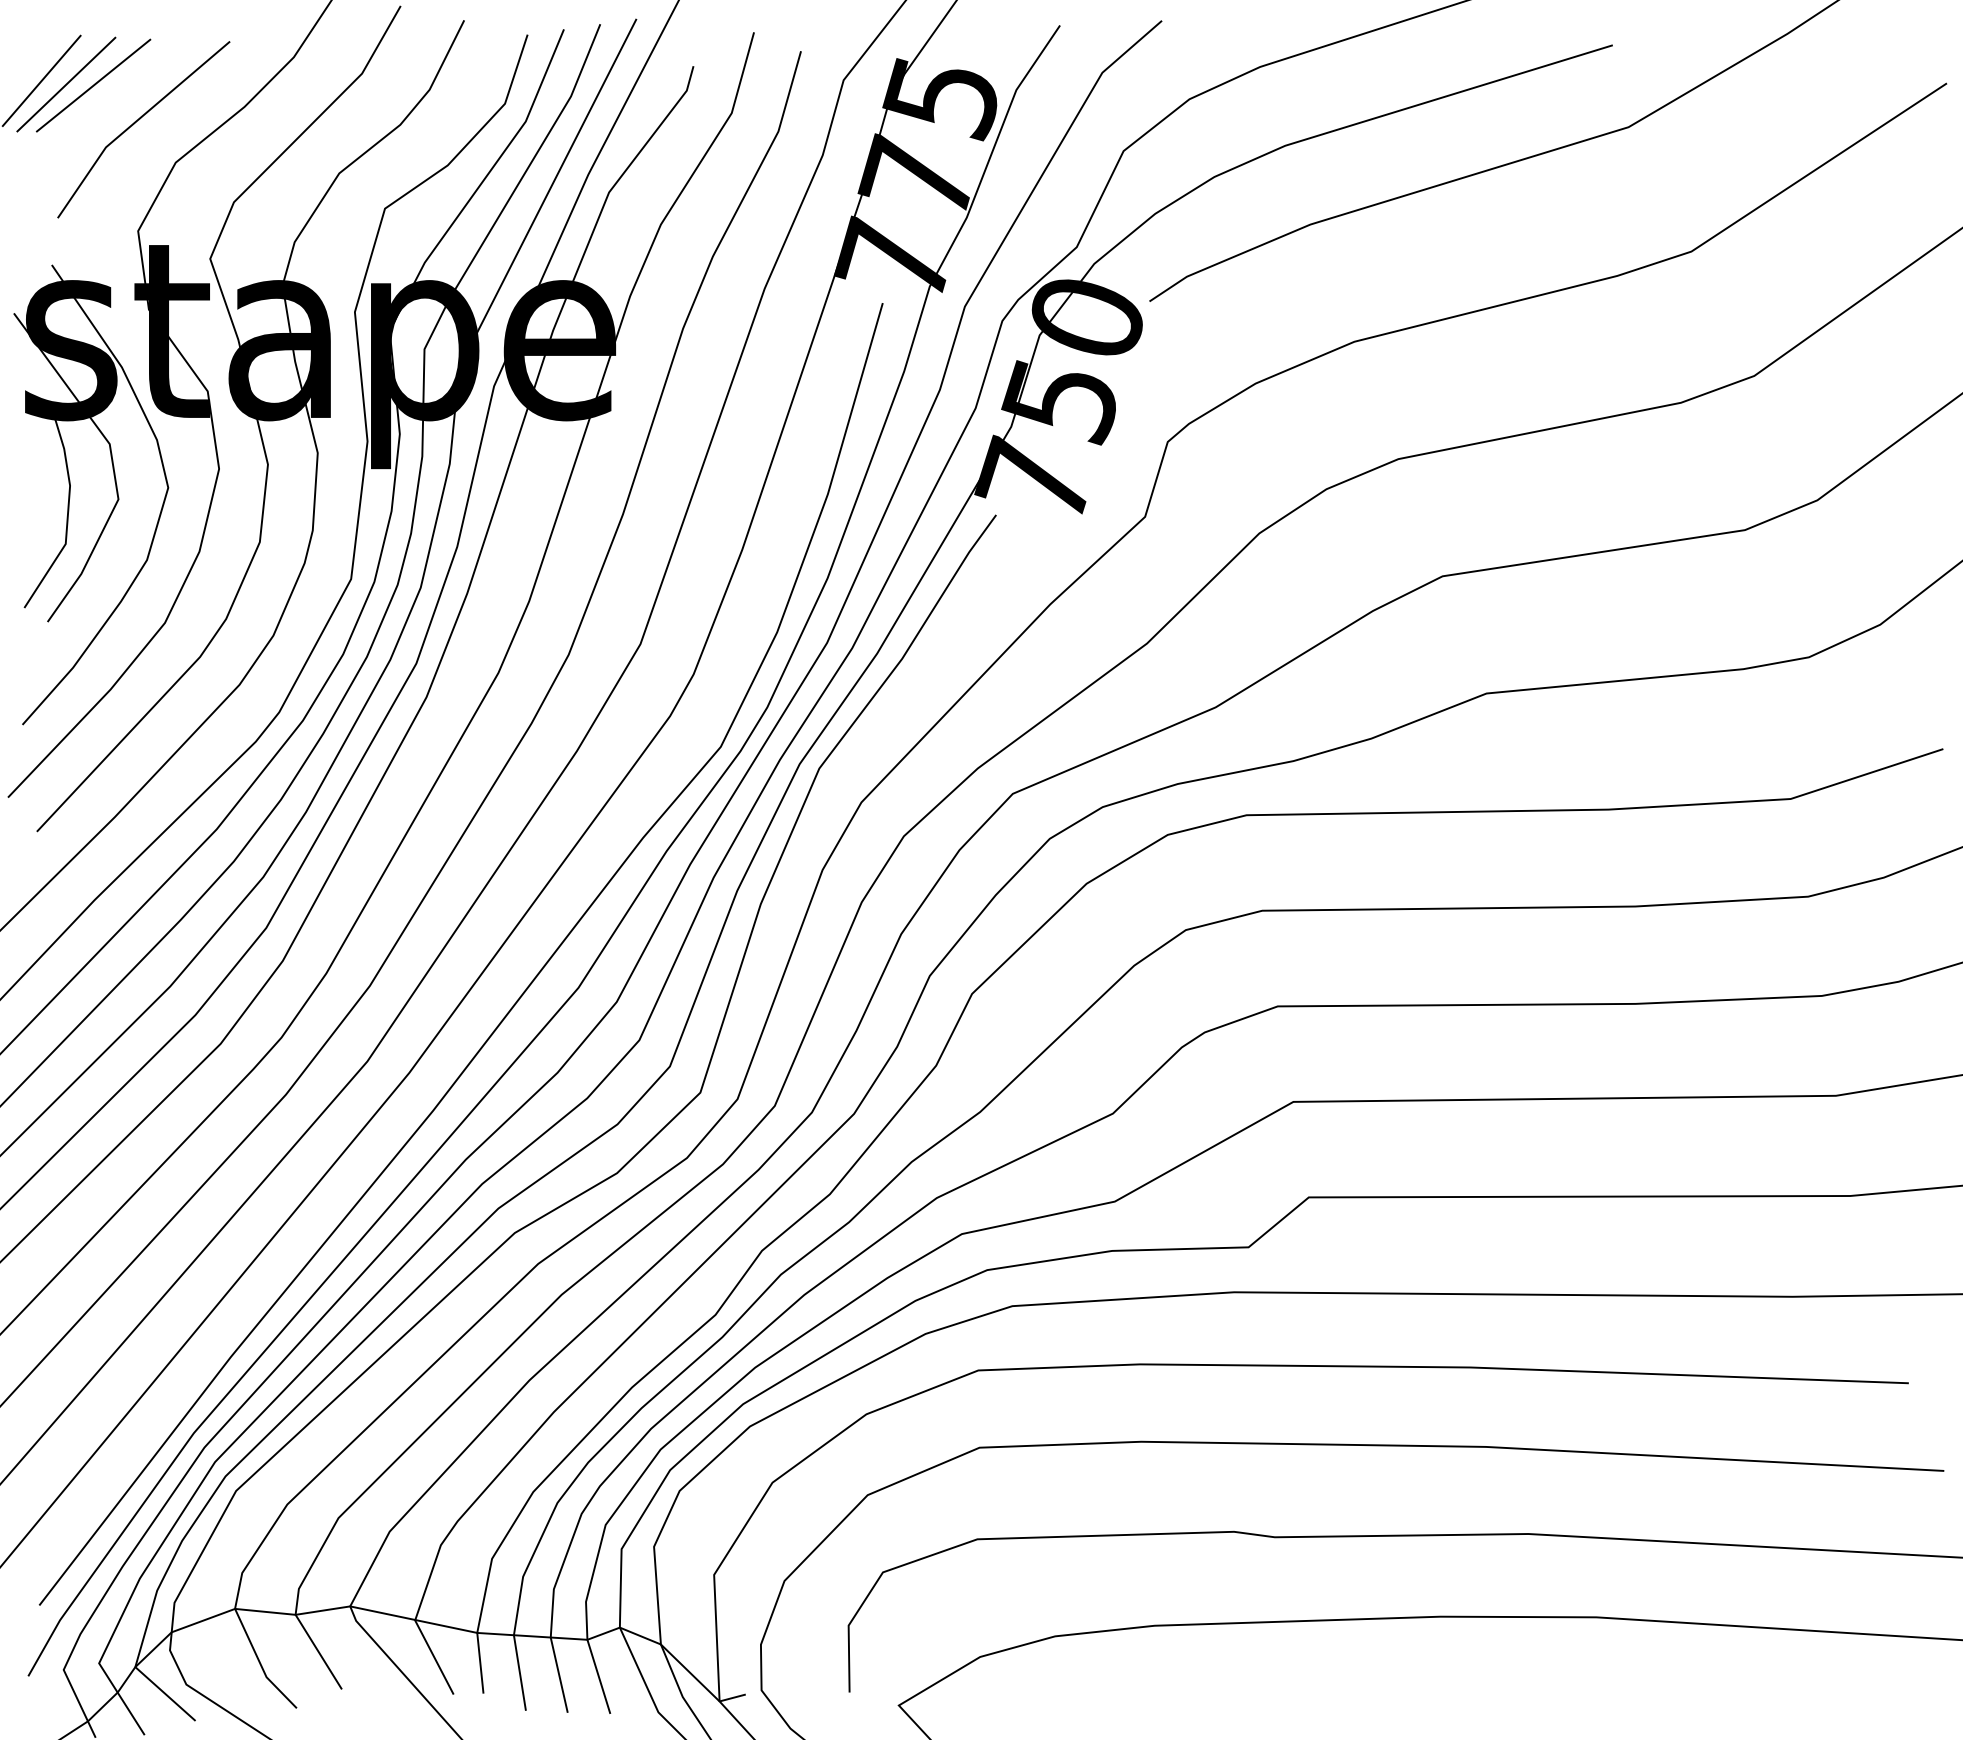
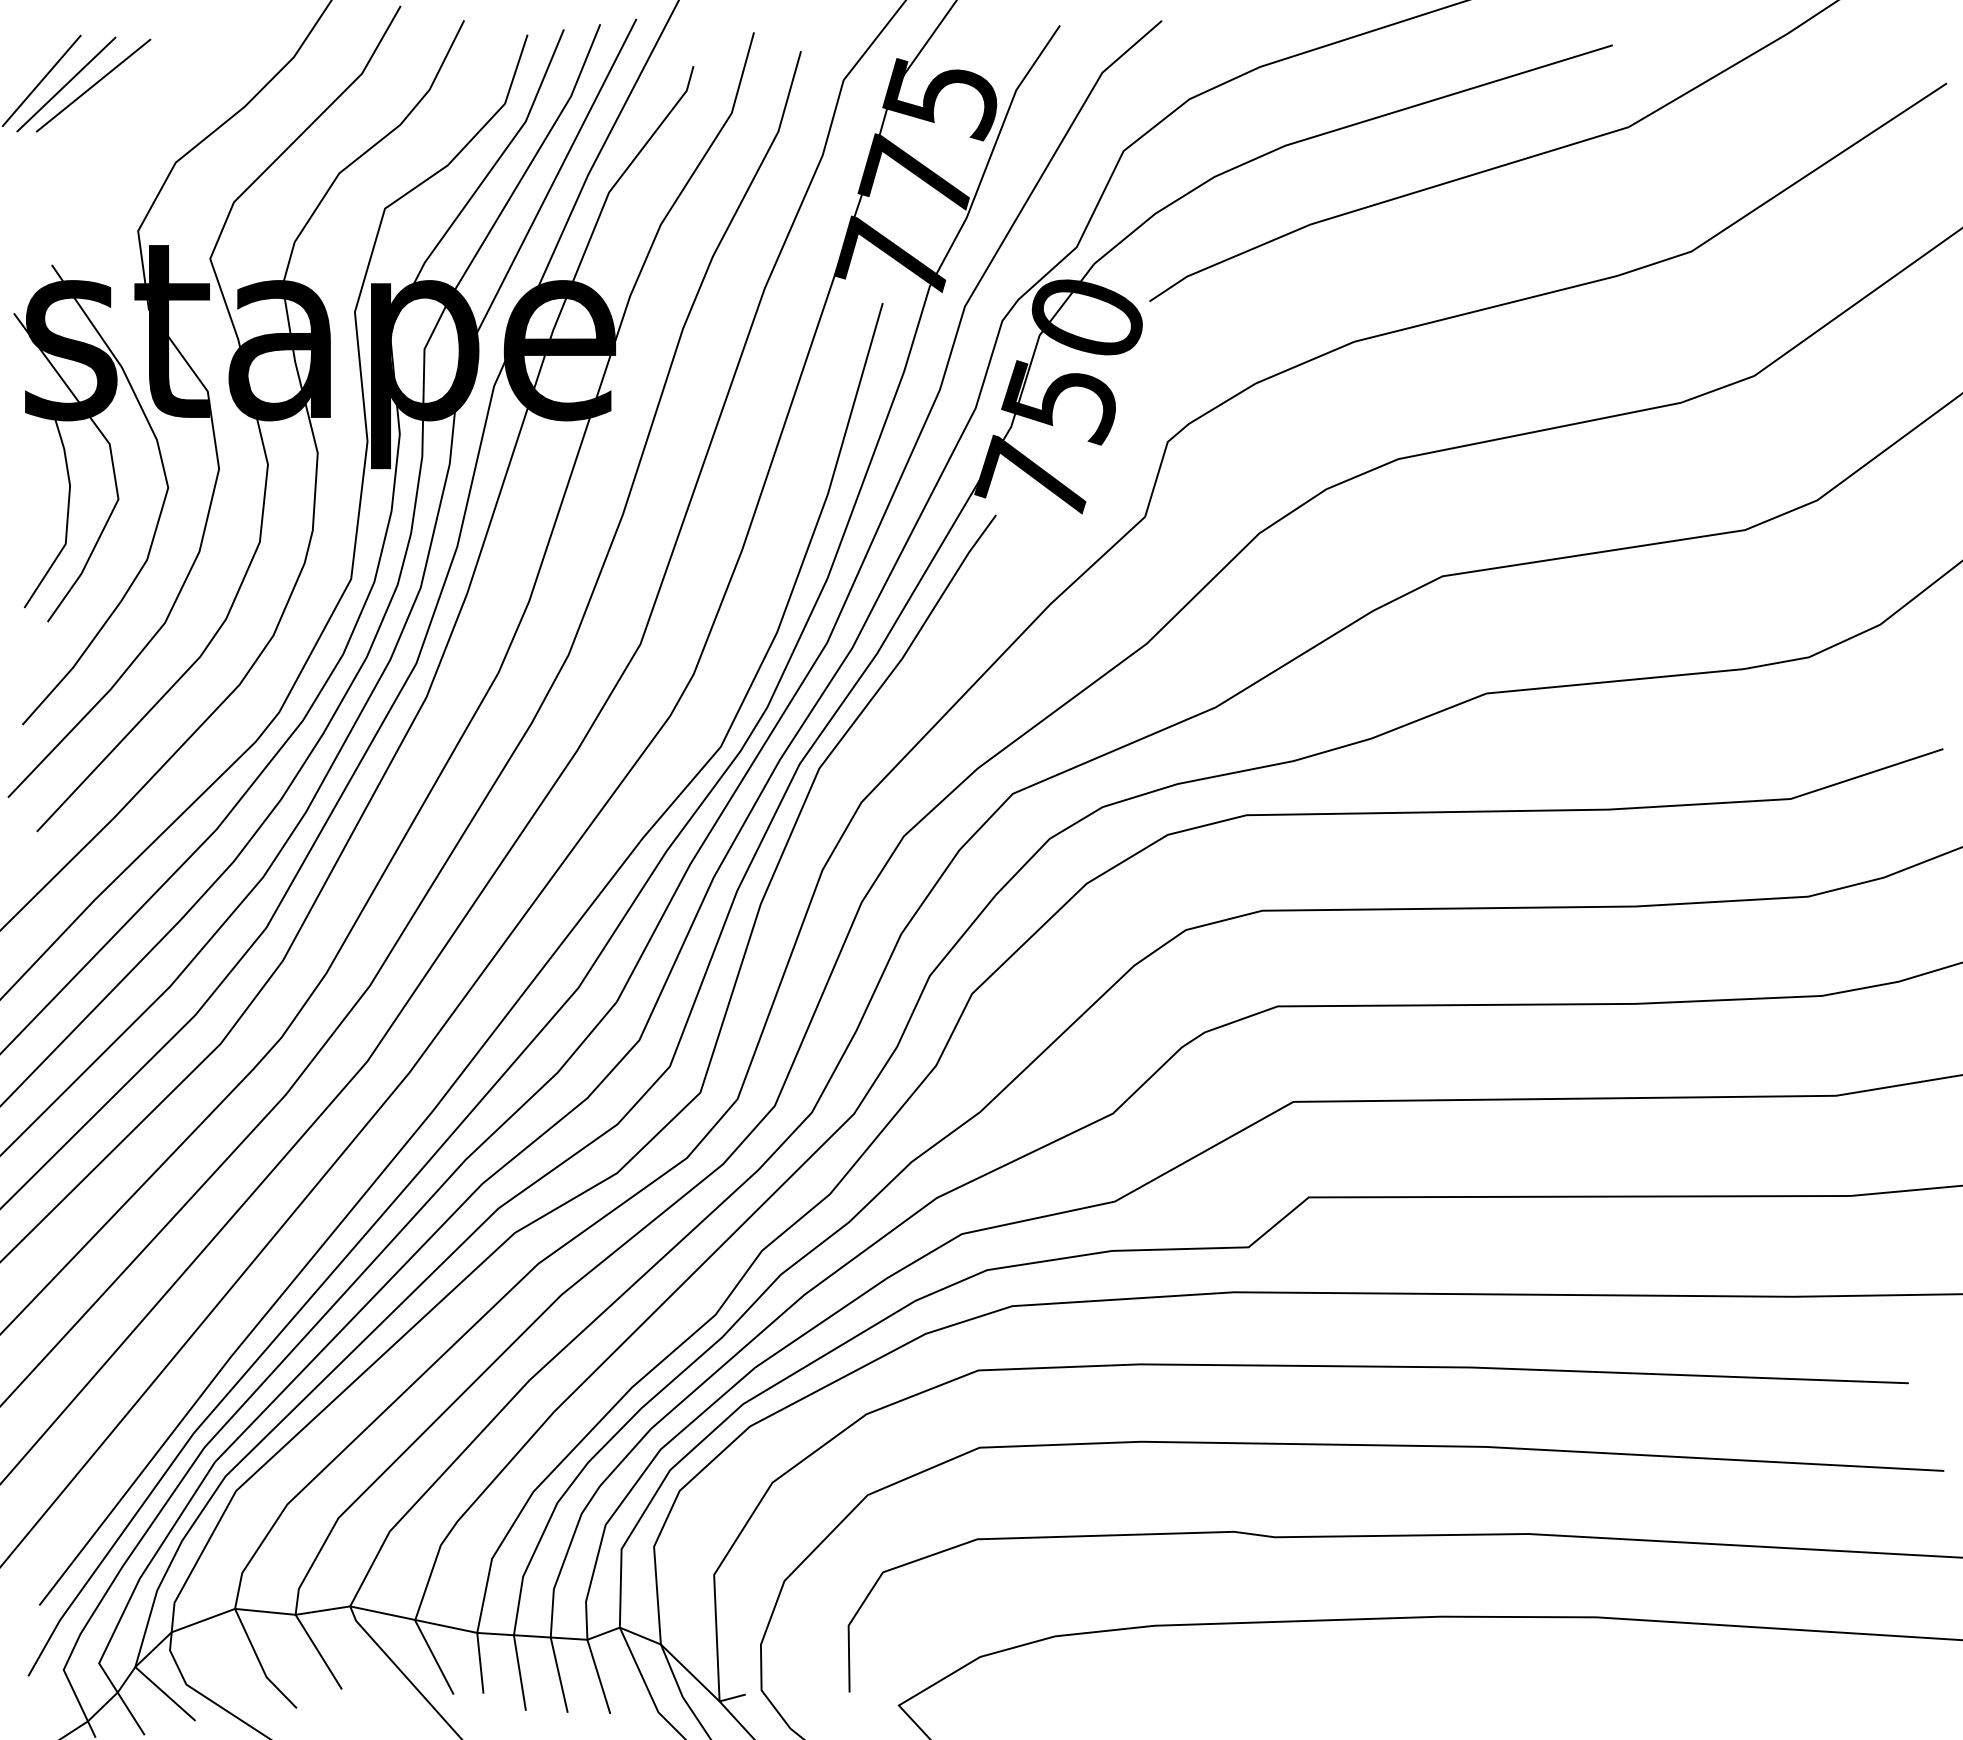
line at (139, 120): present -> none
